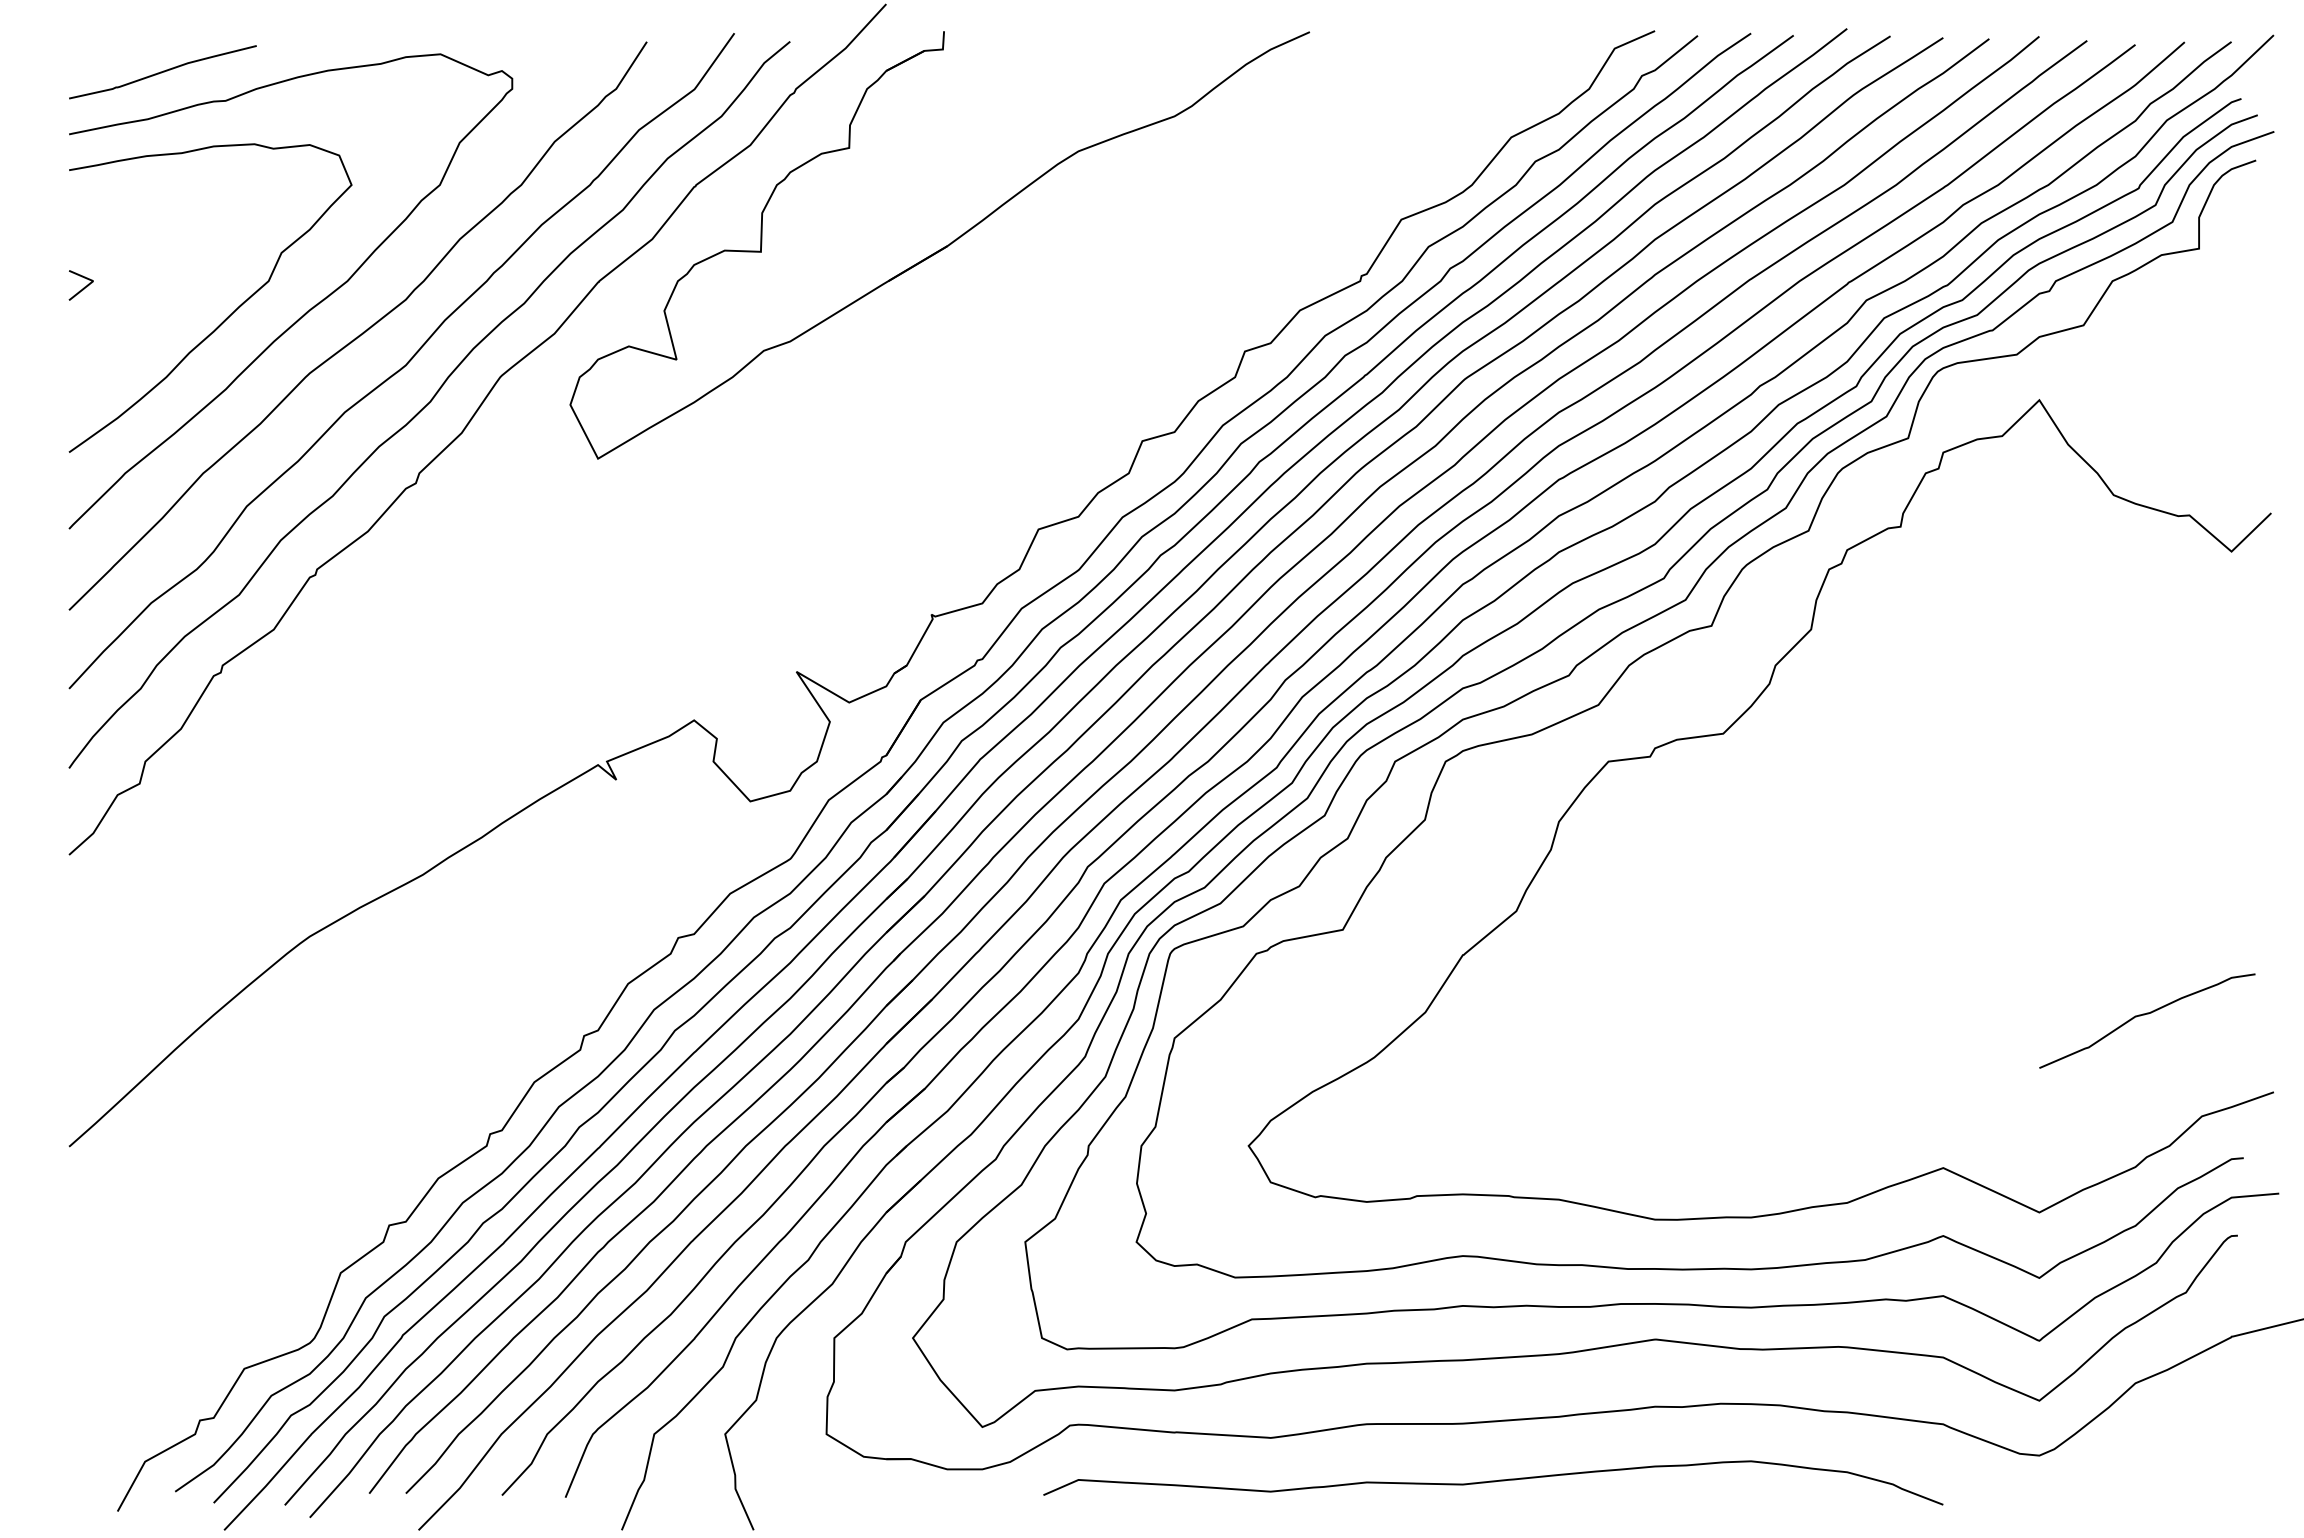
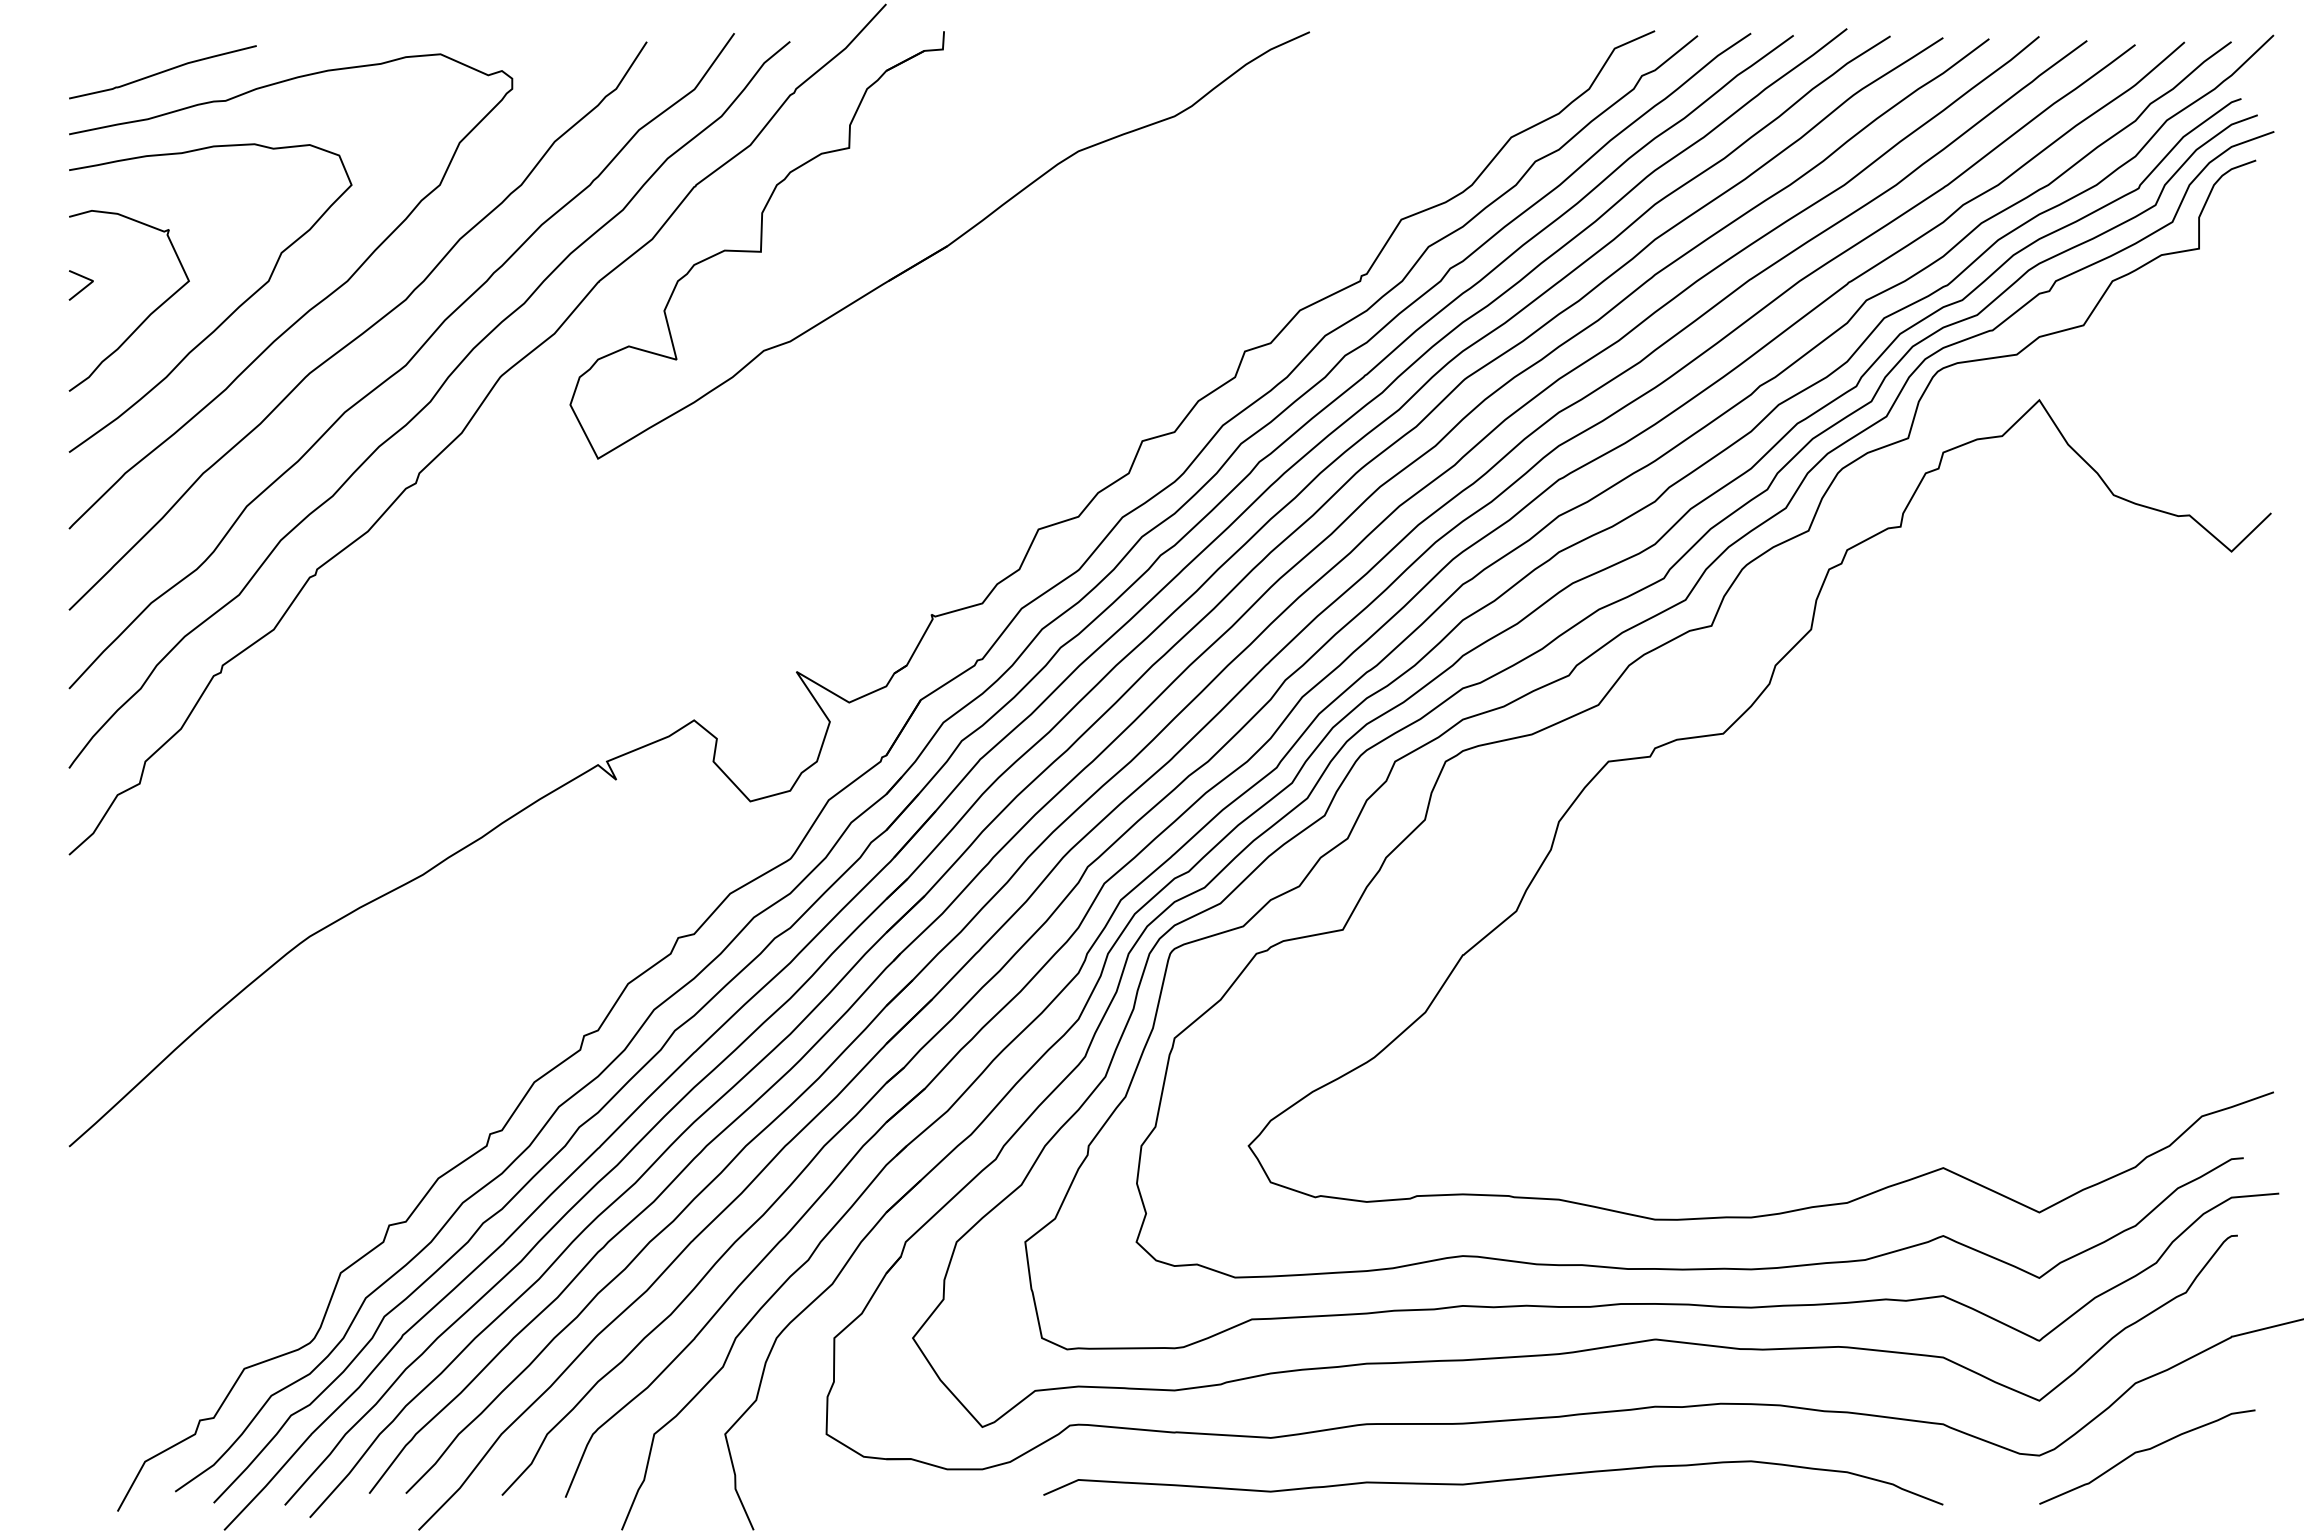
curve at (146, 317): none -> present
curve at (2144, 1015) position: (2144, 1015) -> (2144, 1451)
